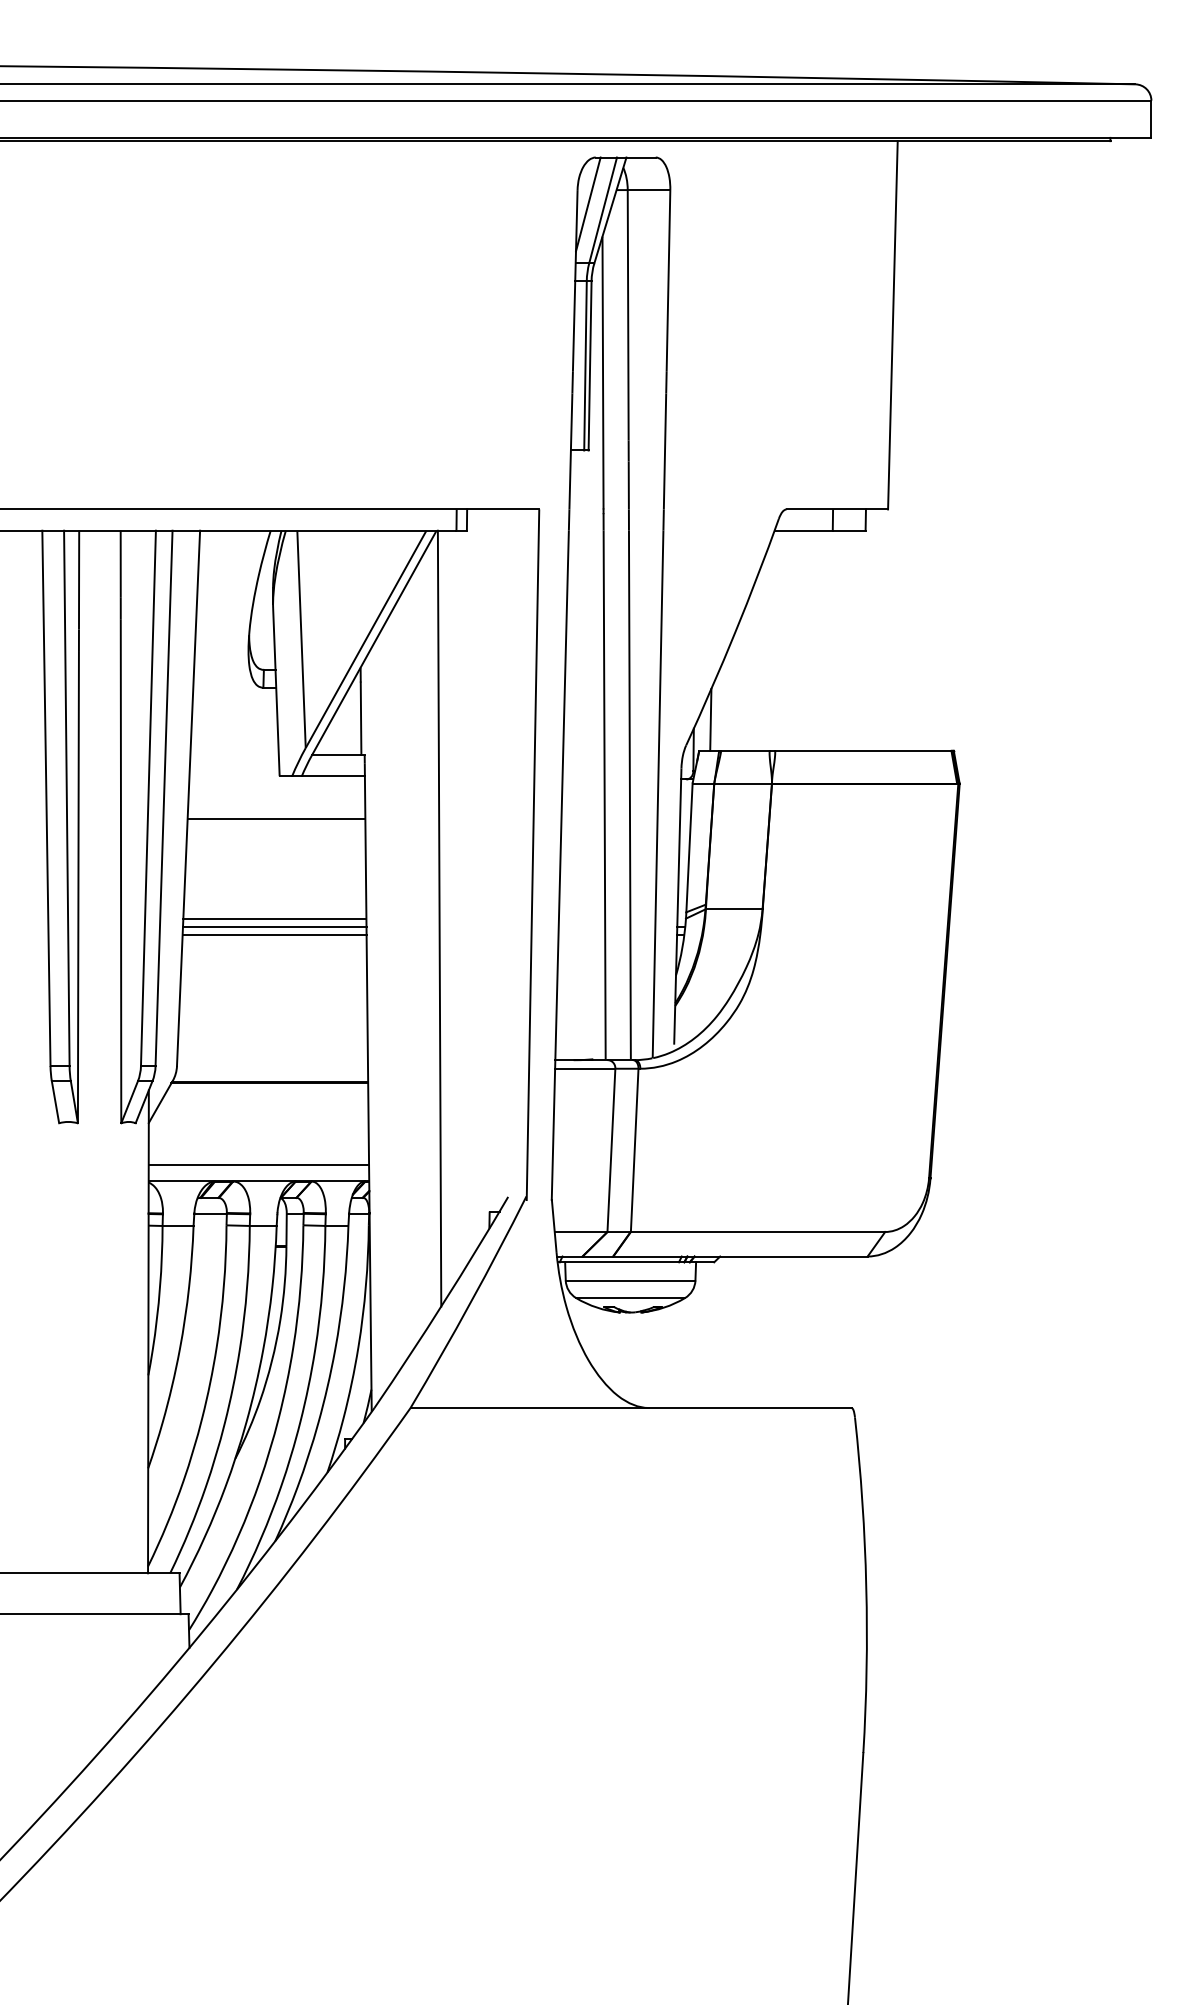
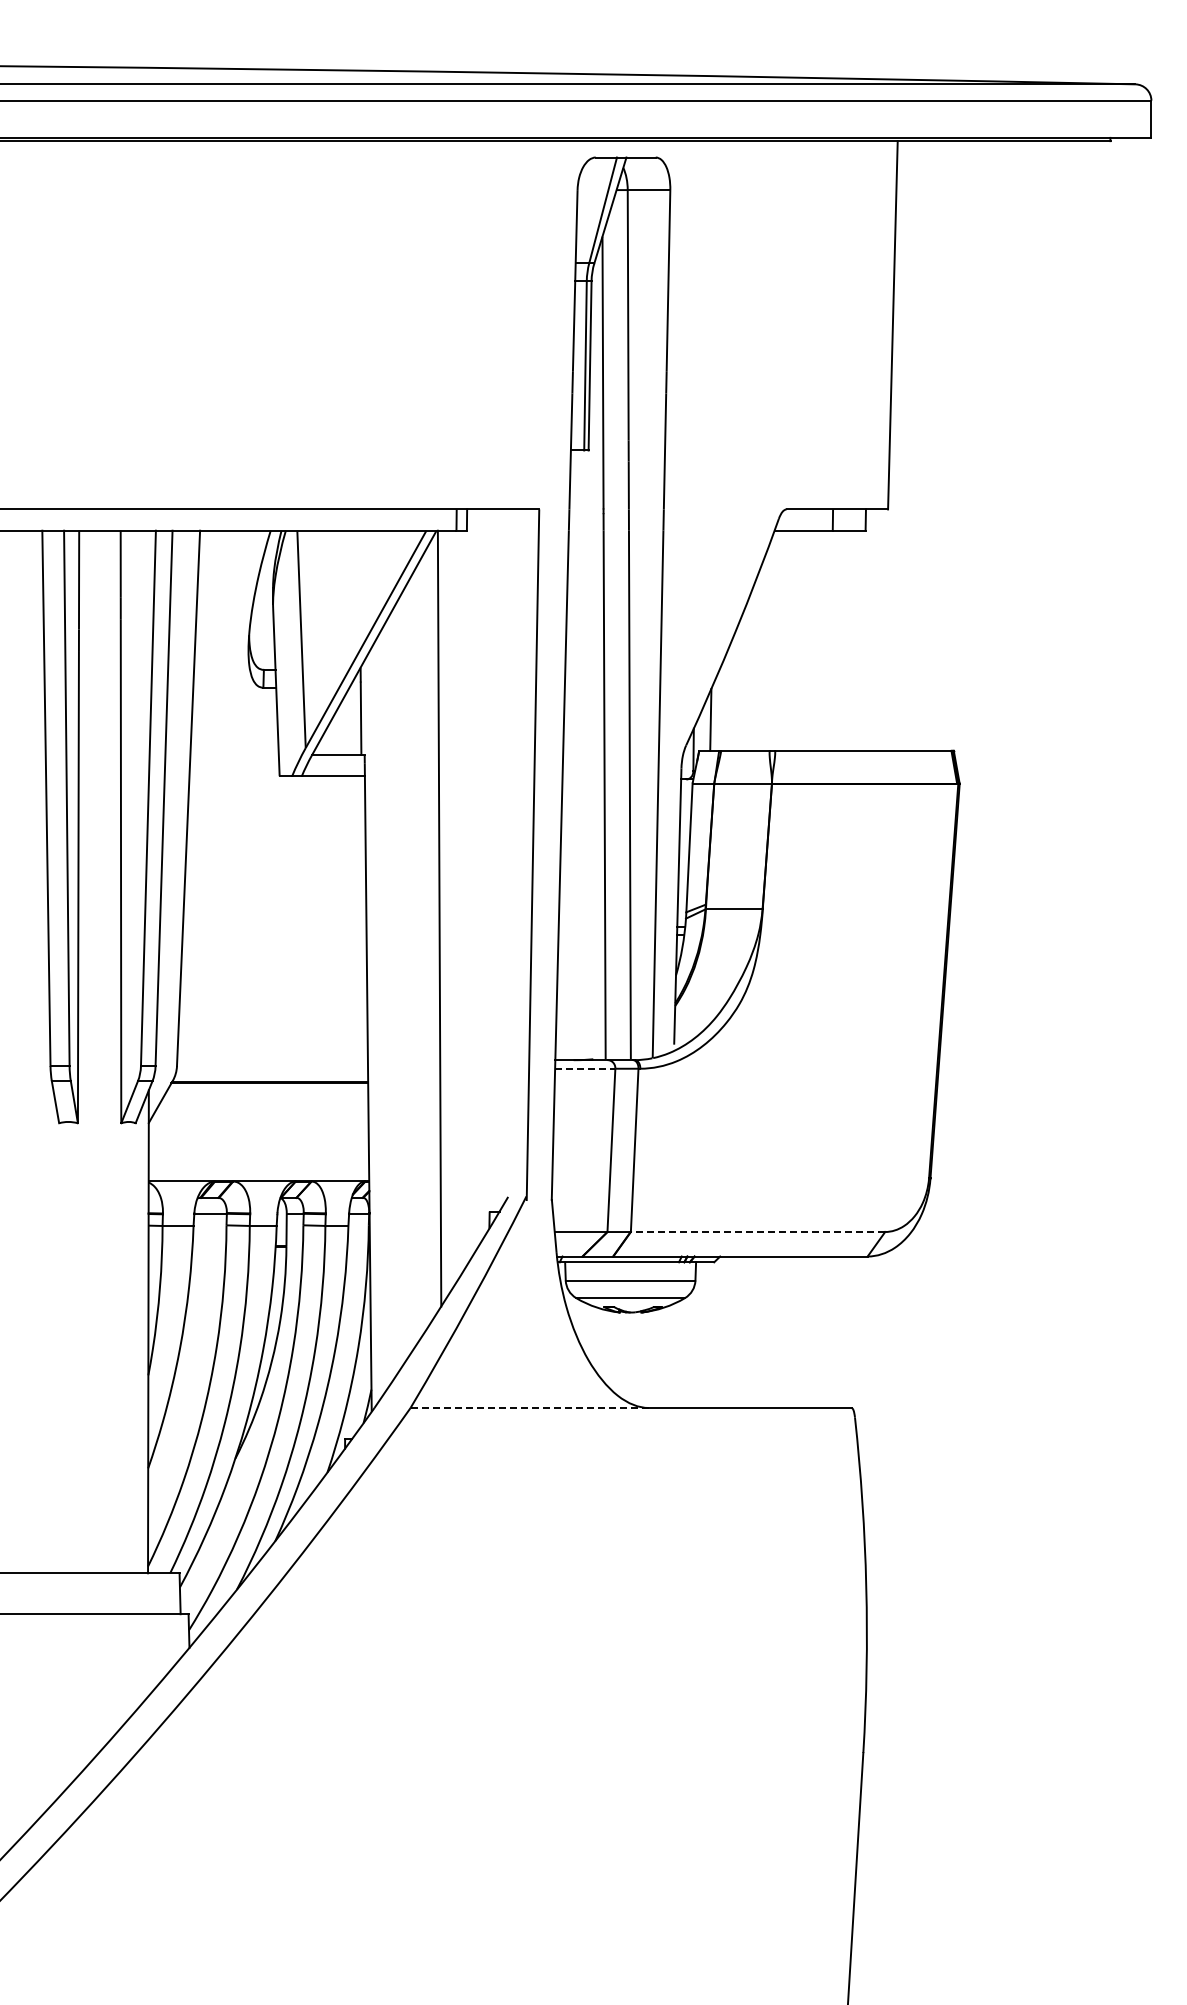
line at (588, 204): present -> none
line at (276, 819): present -> none
line at (274, 918): present -> none
line at (274, 926): present -> none
line at (274, 934): present -> none
line at (585, 1068): solid -> dashed
line at (258, 1165): present -> none
line at (757, 1232): solid -> dashed
line at (529, 1407): solid -> dashed
